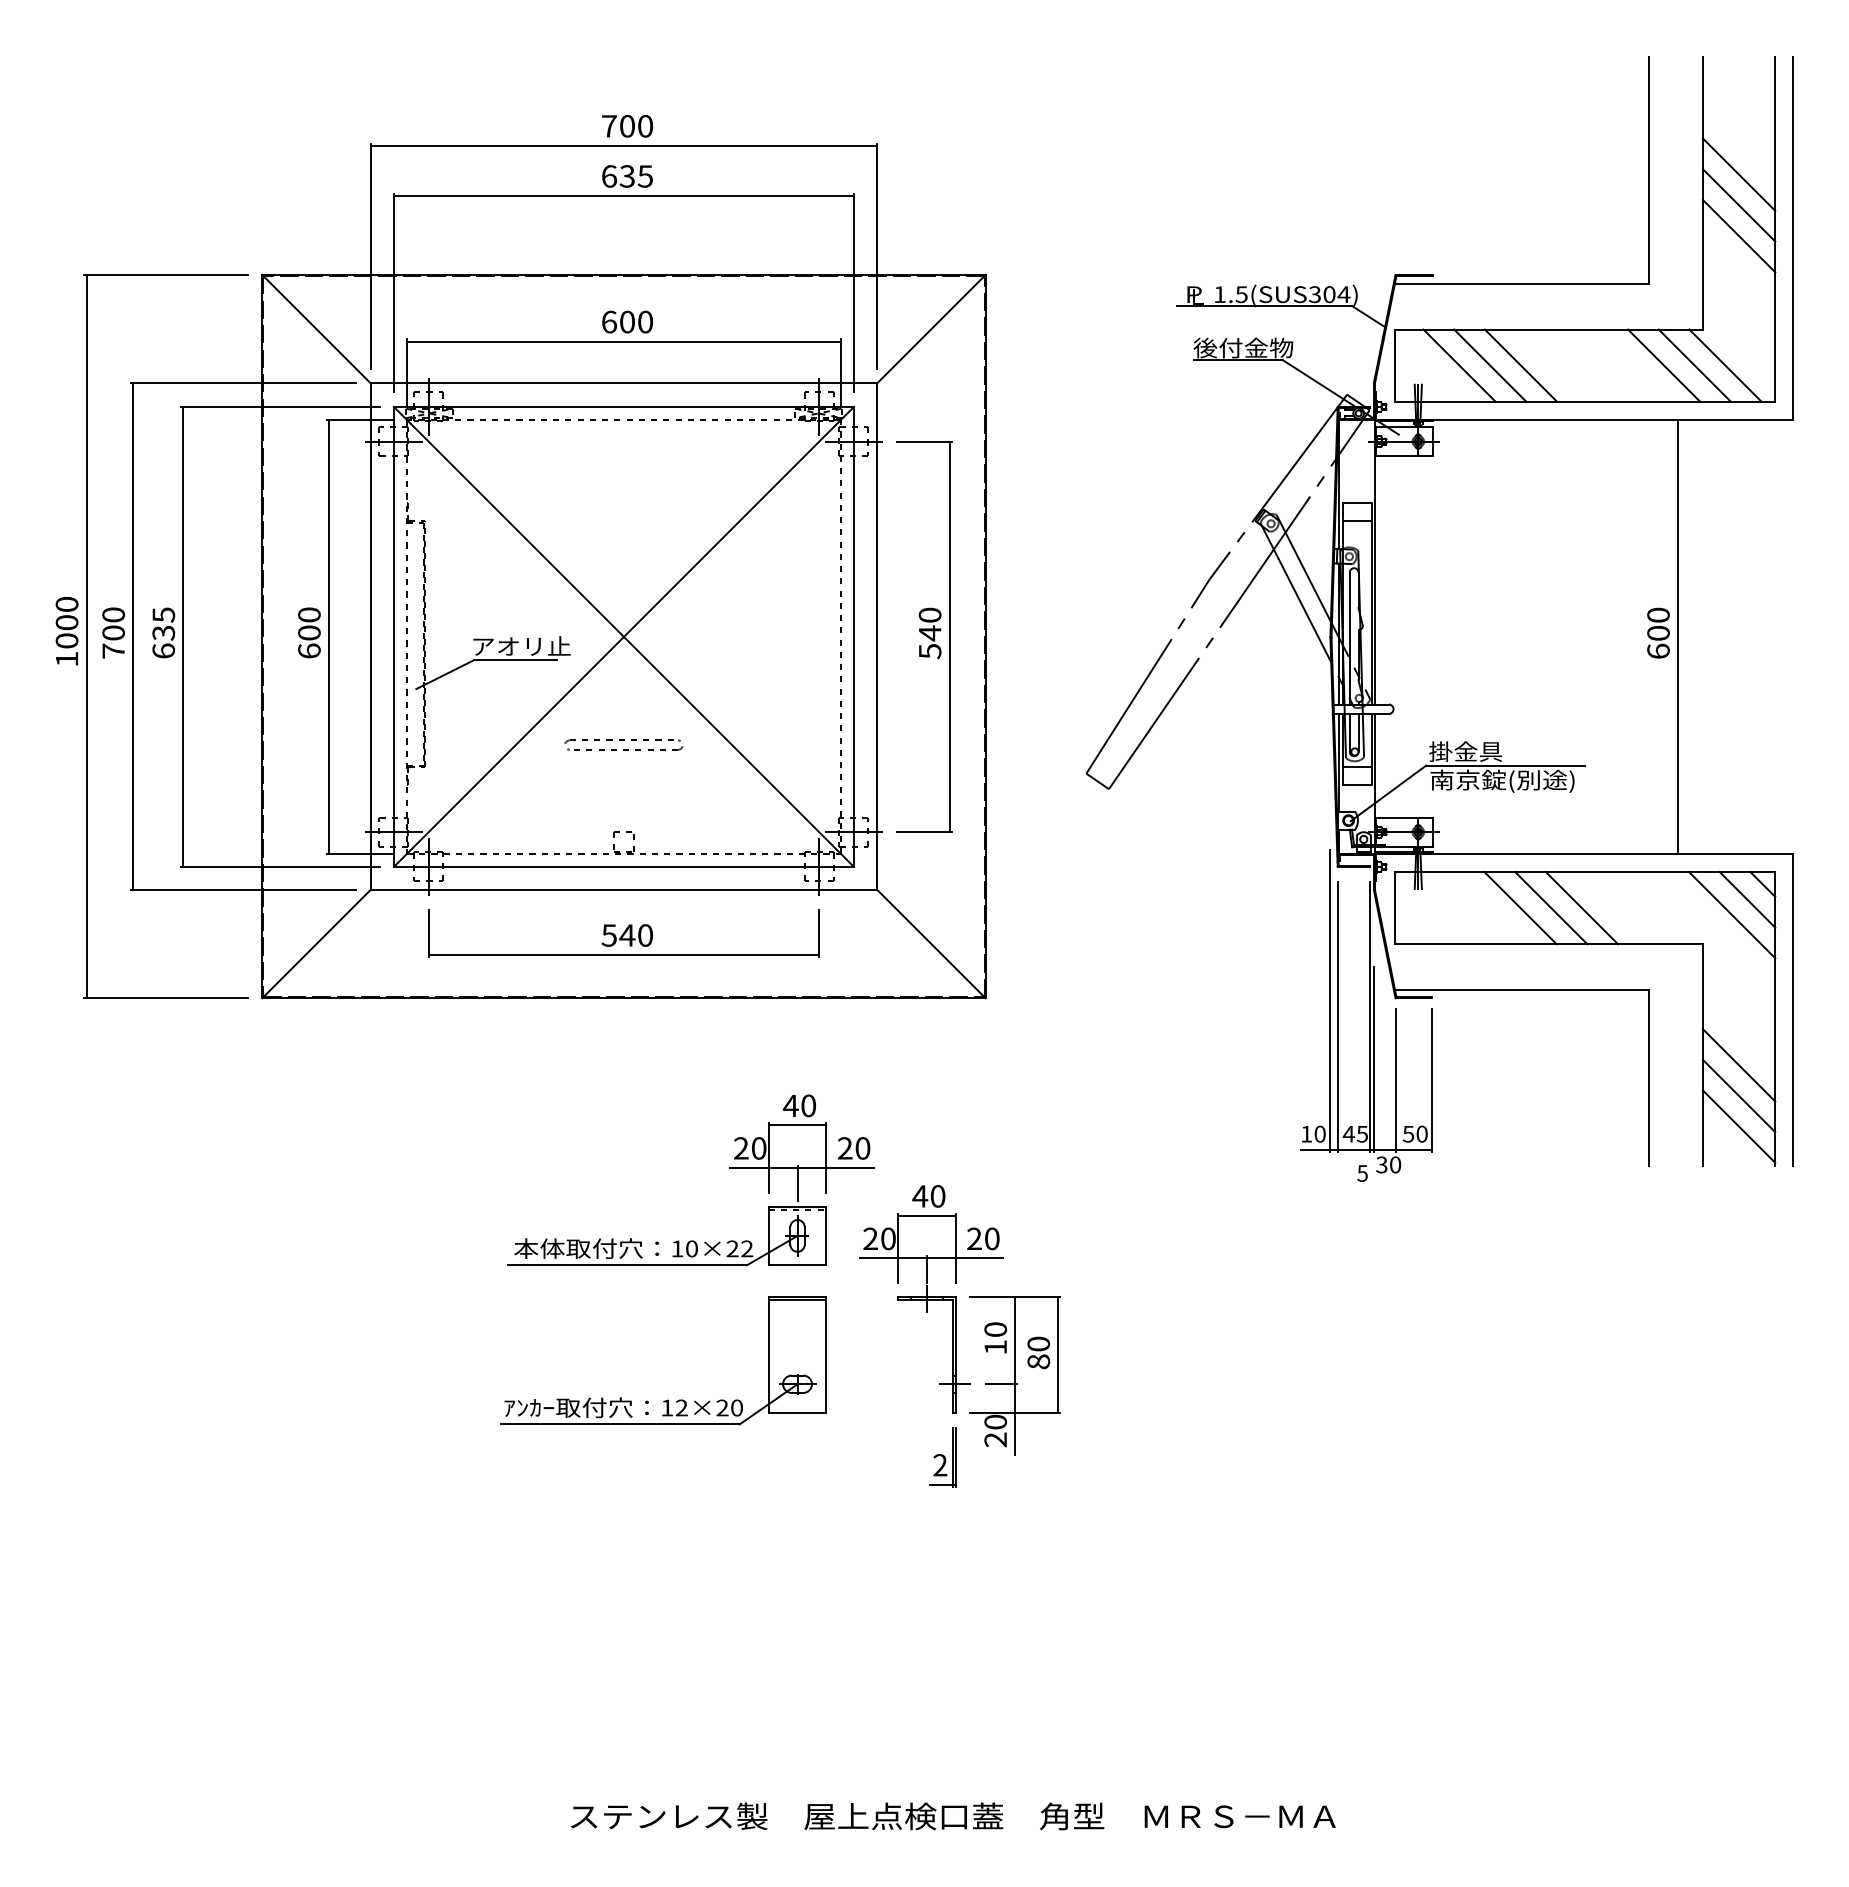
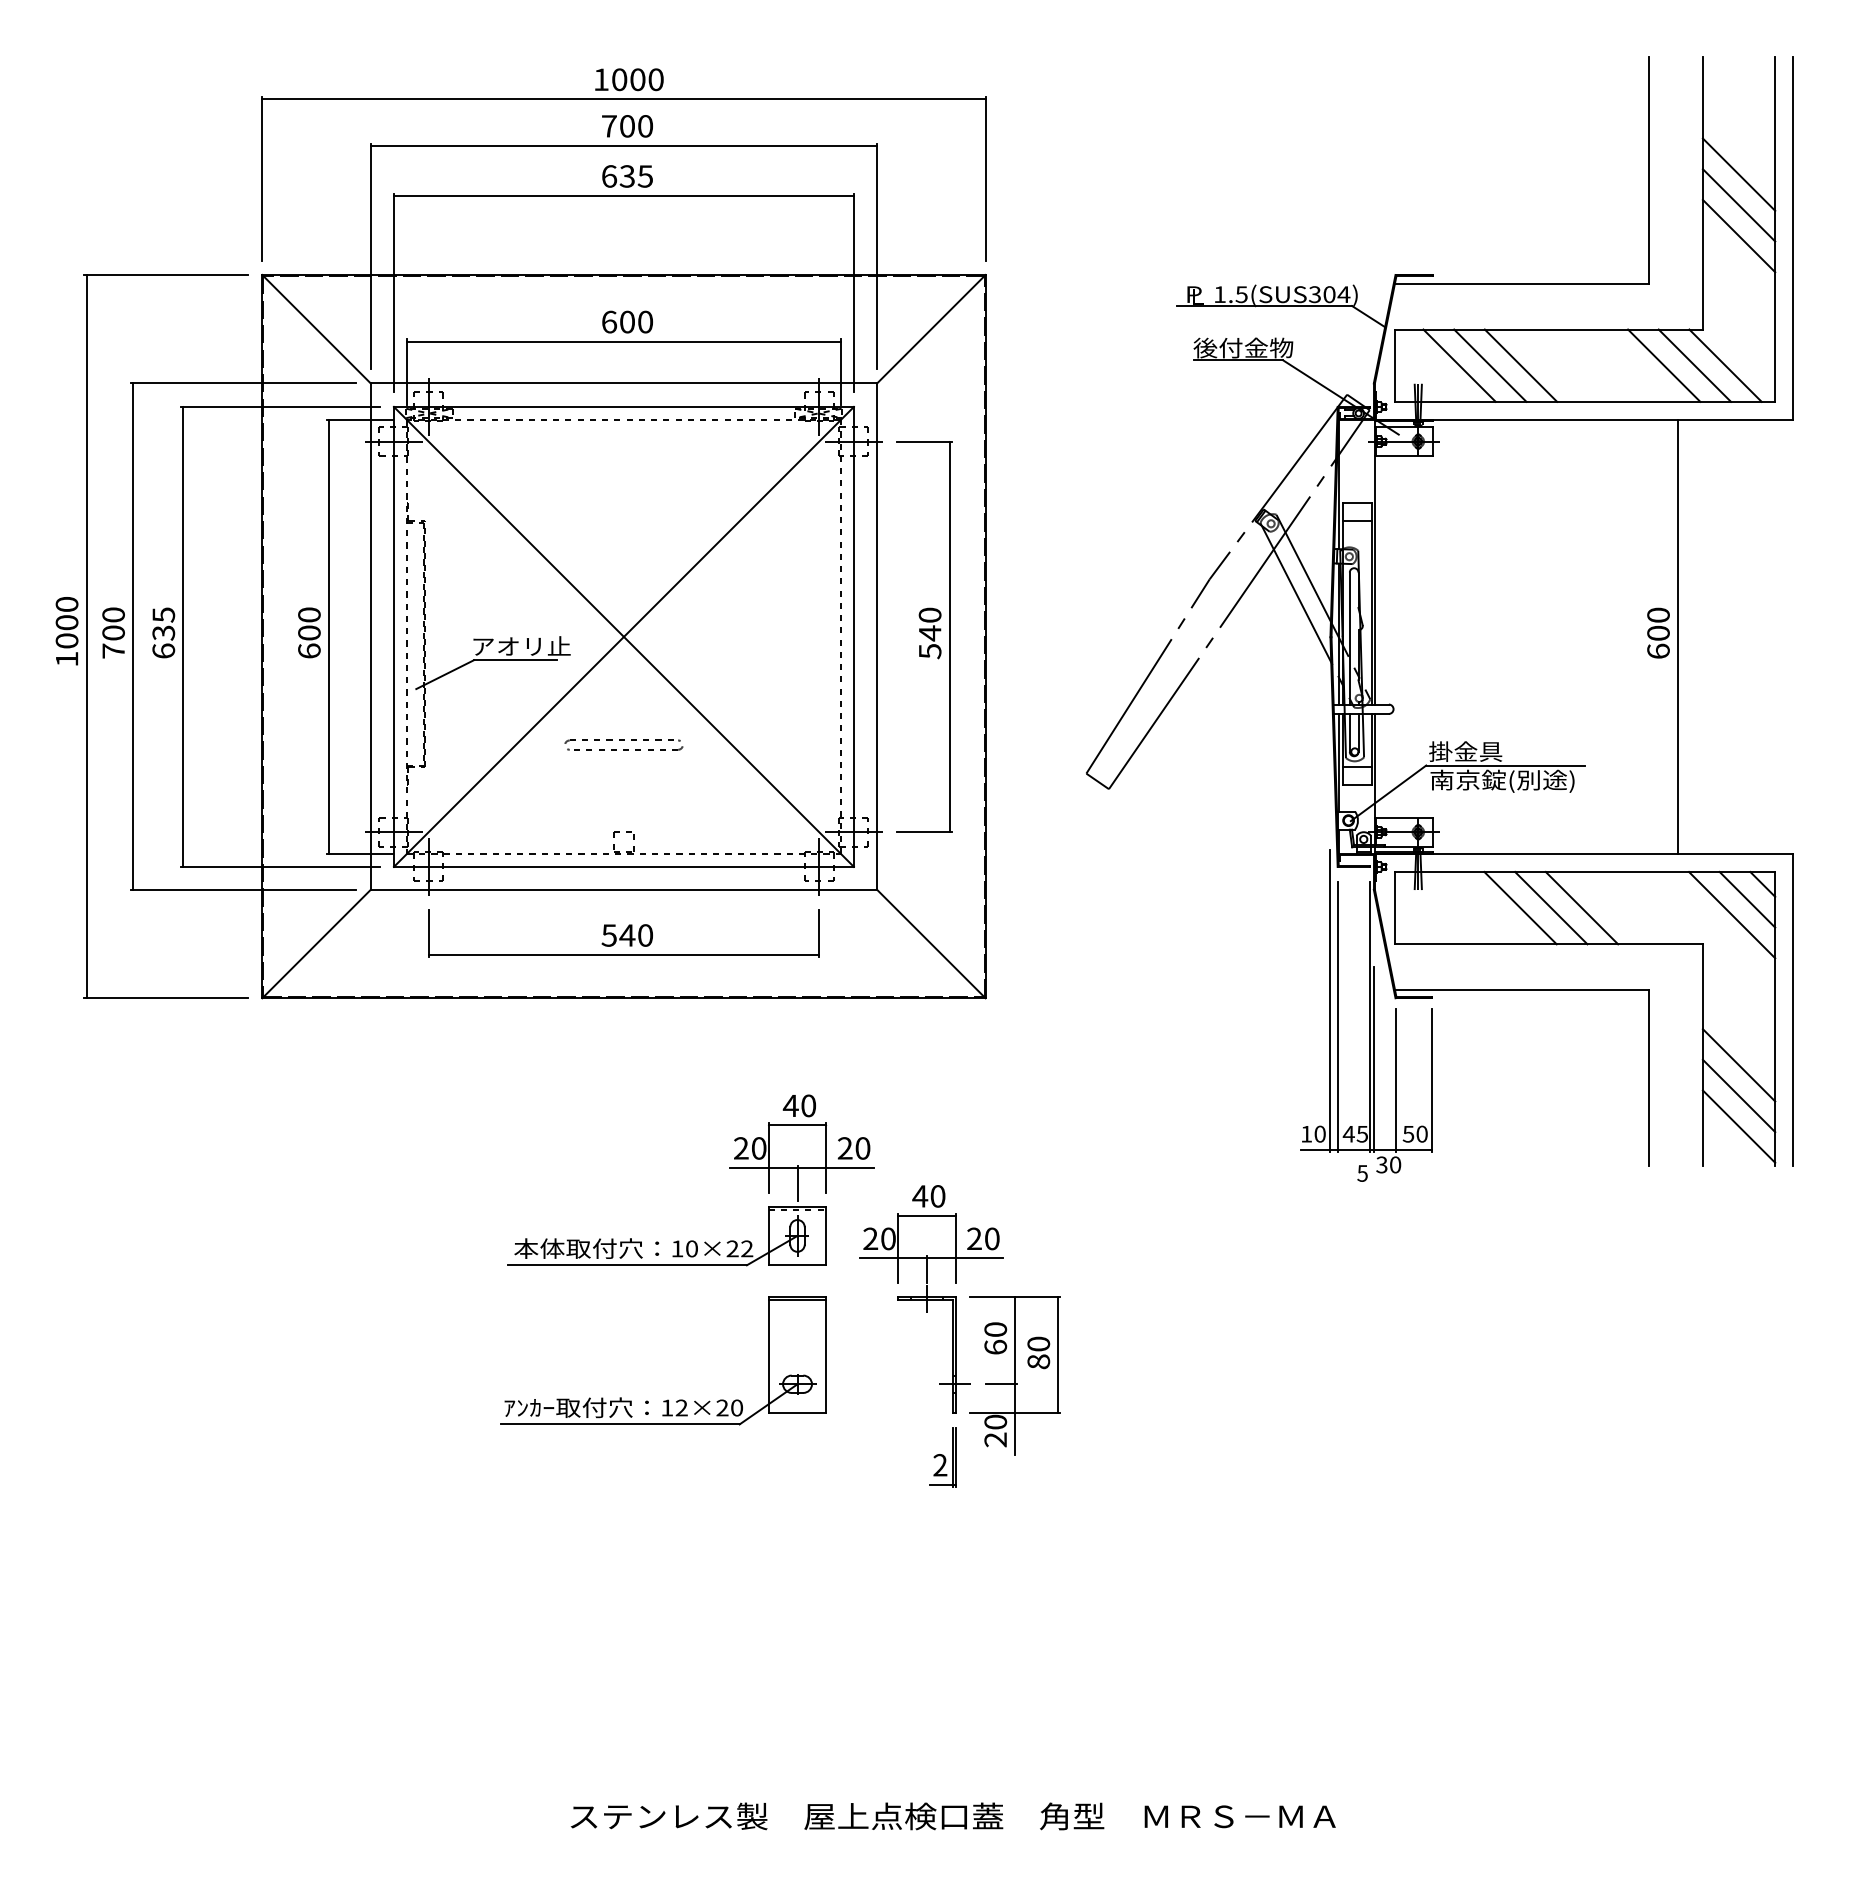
part at (623, 99): none -> present
text at (995, 1346): 10 -> 60
